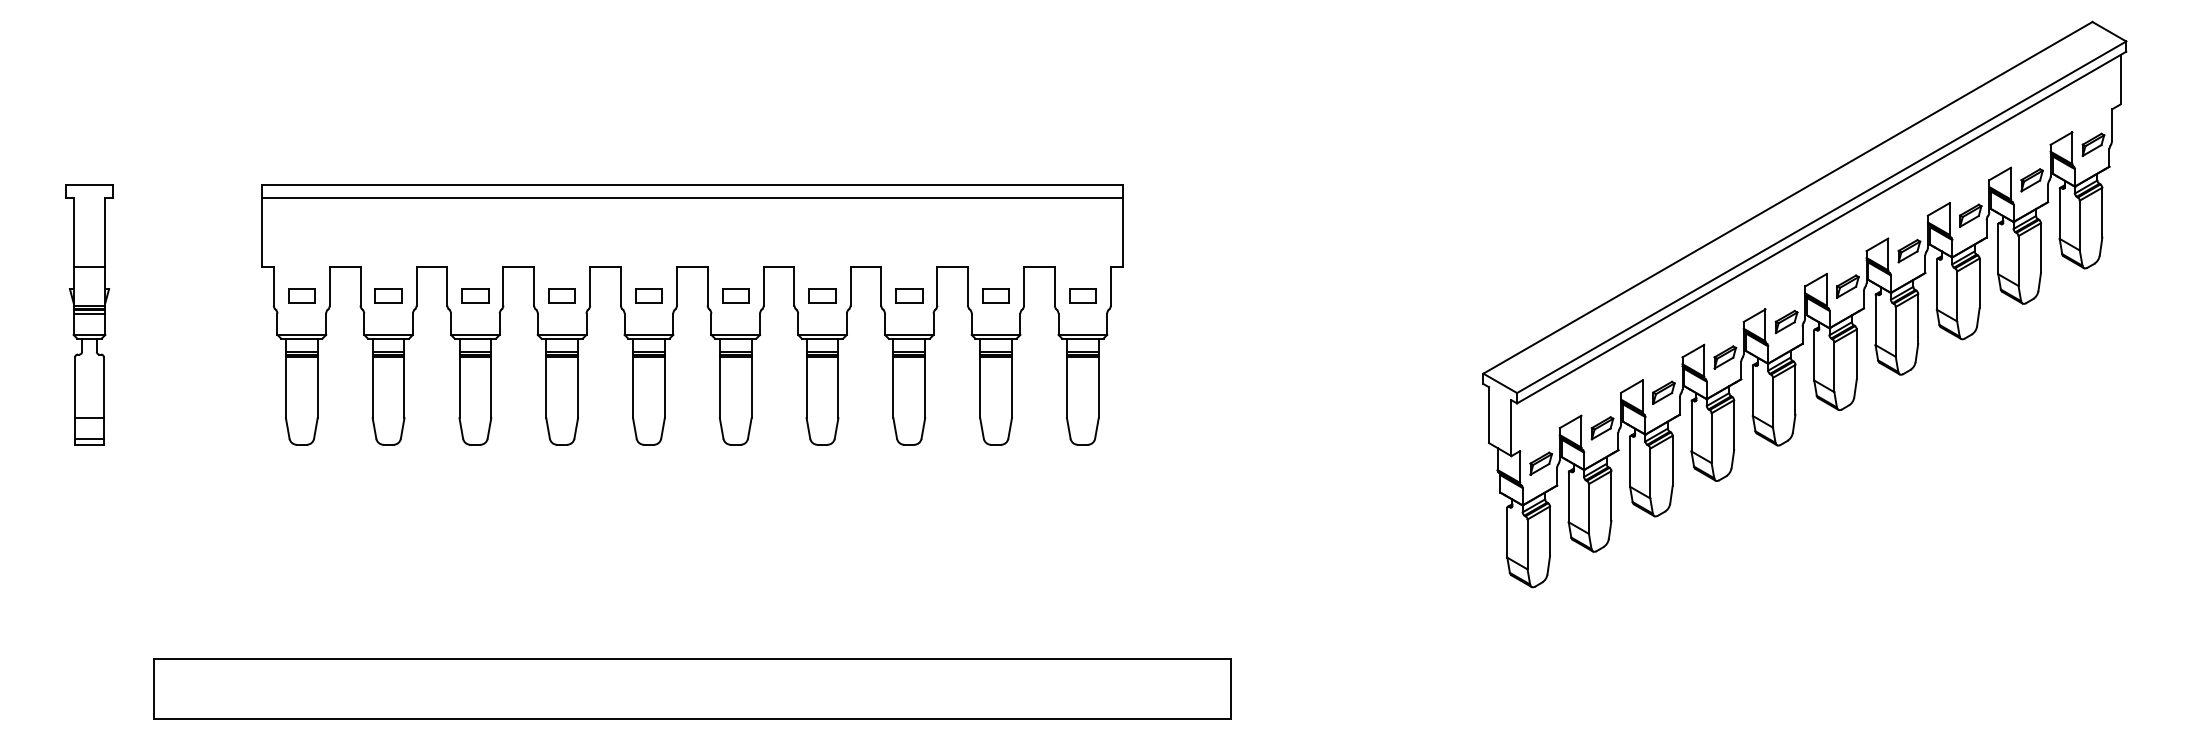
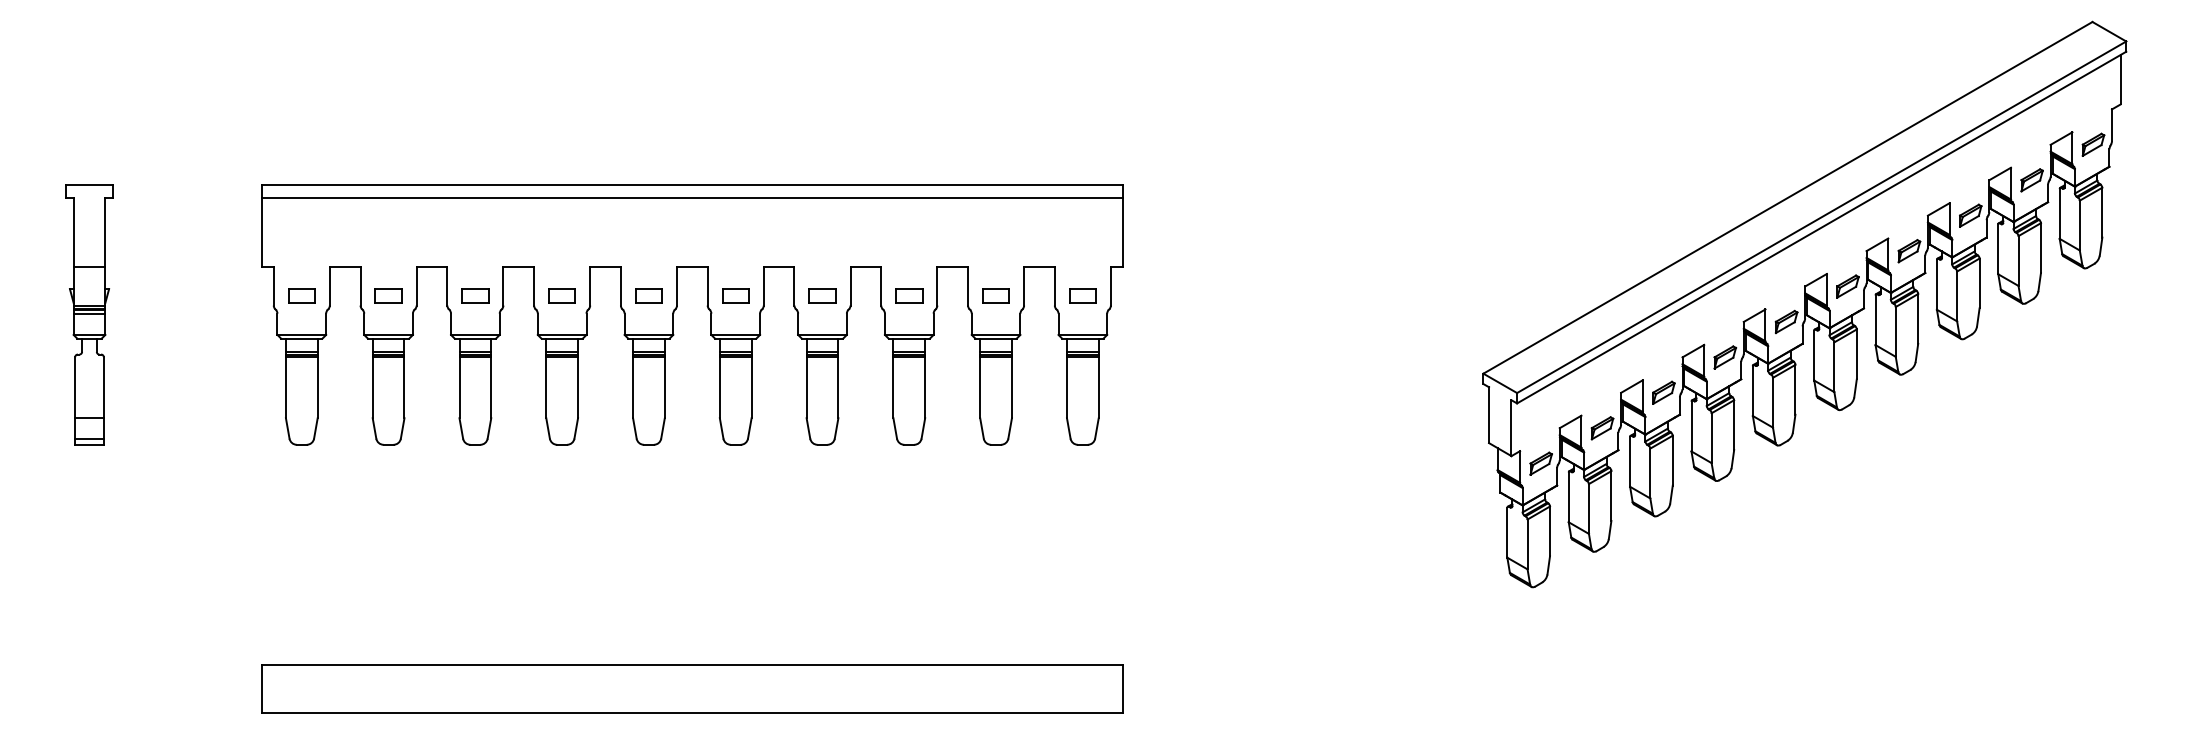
part at (692, 688) size: 1079x62 px -> 863x50 px
